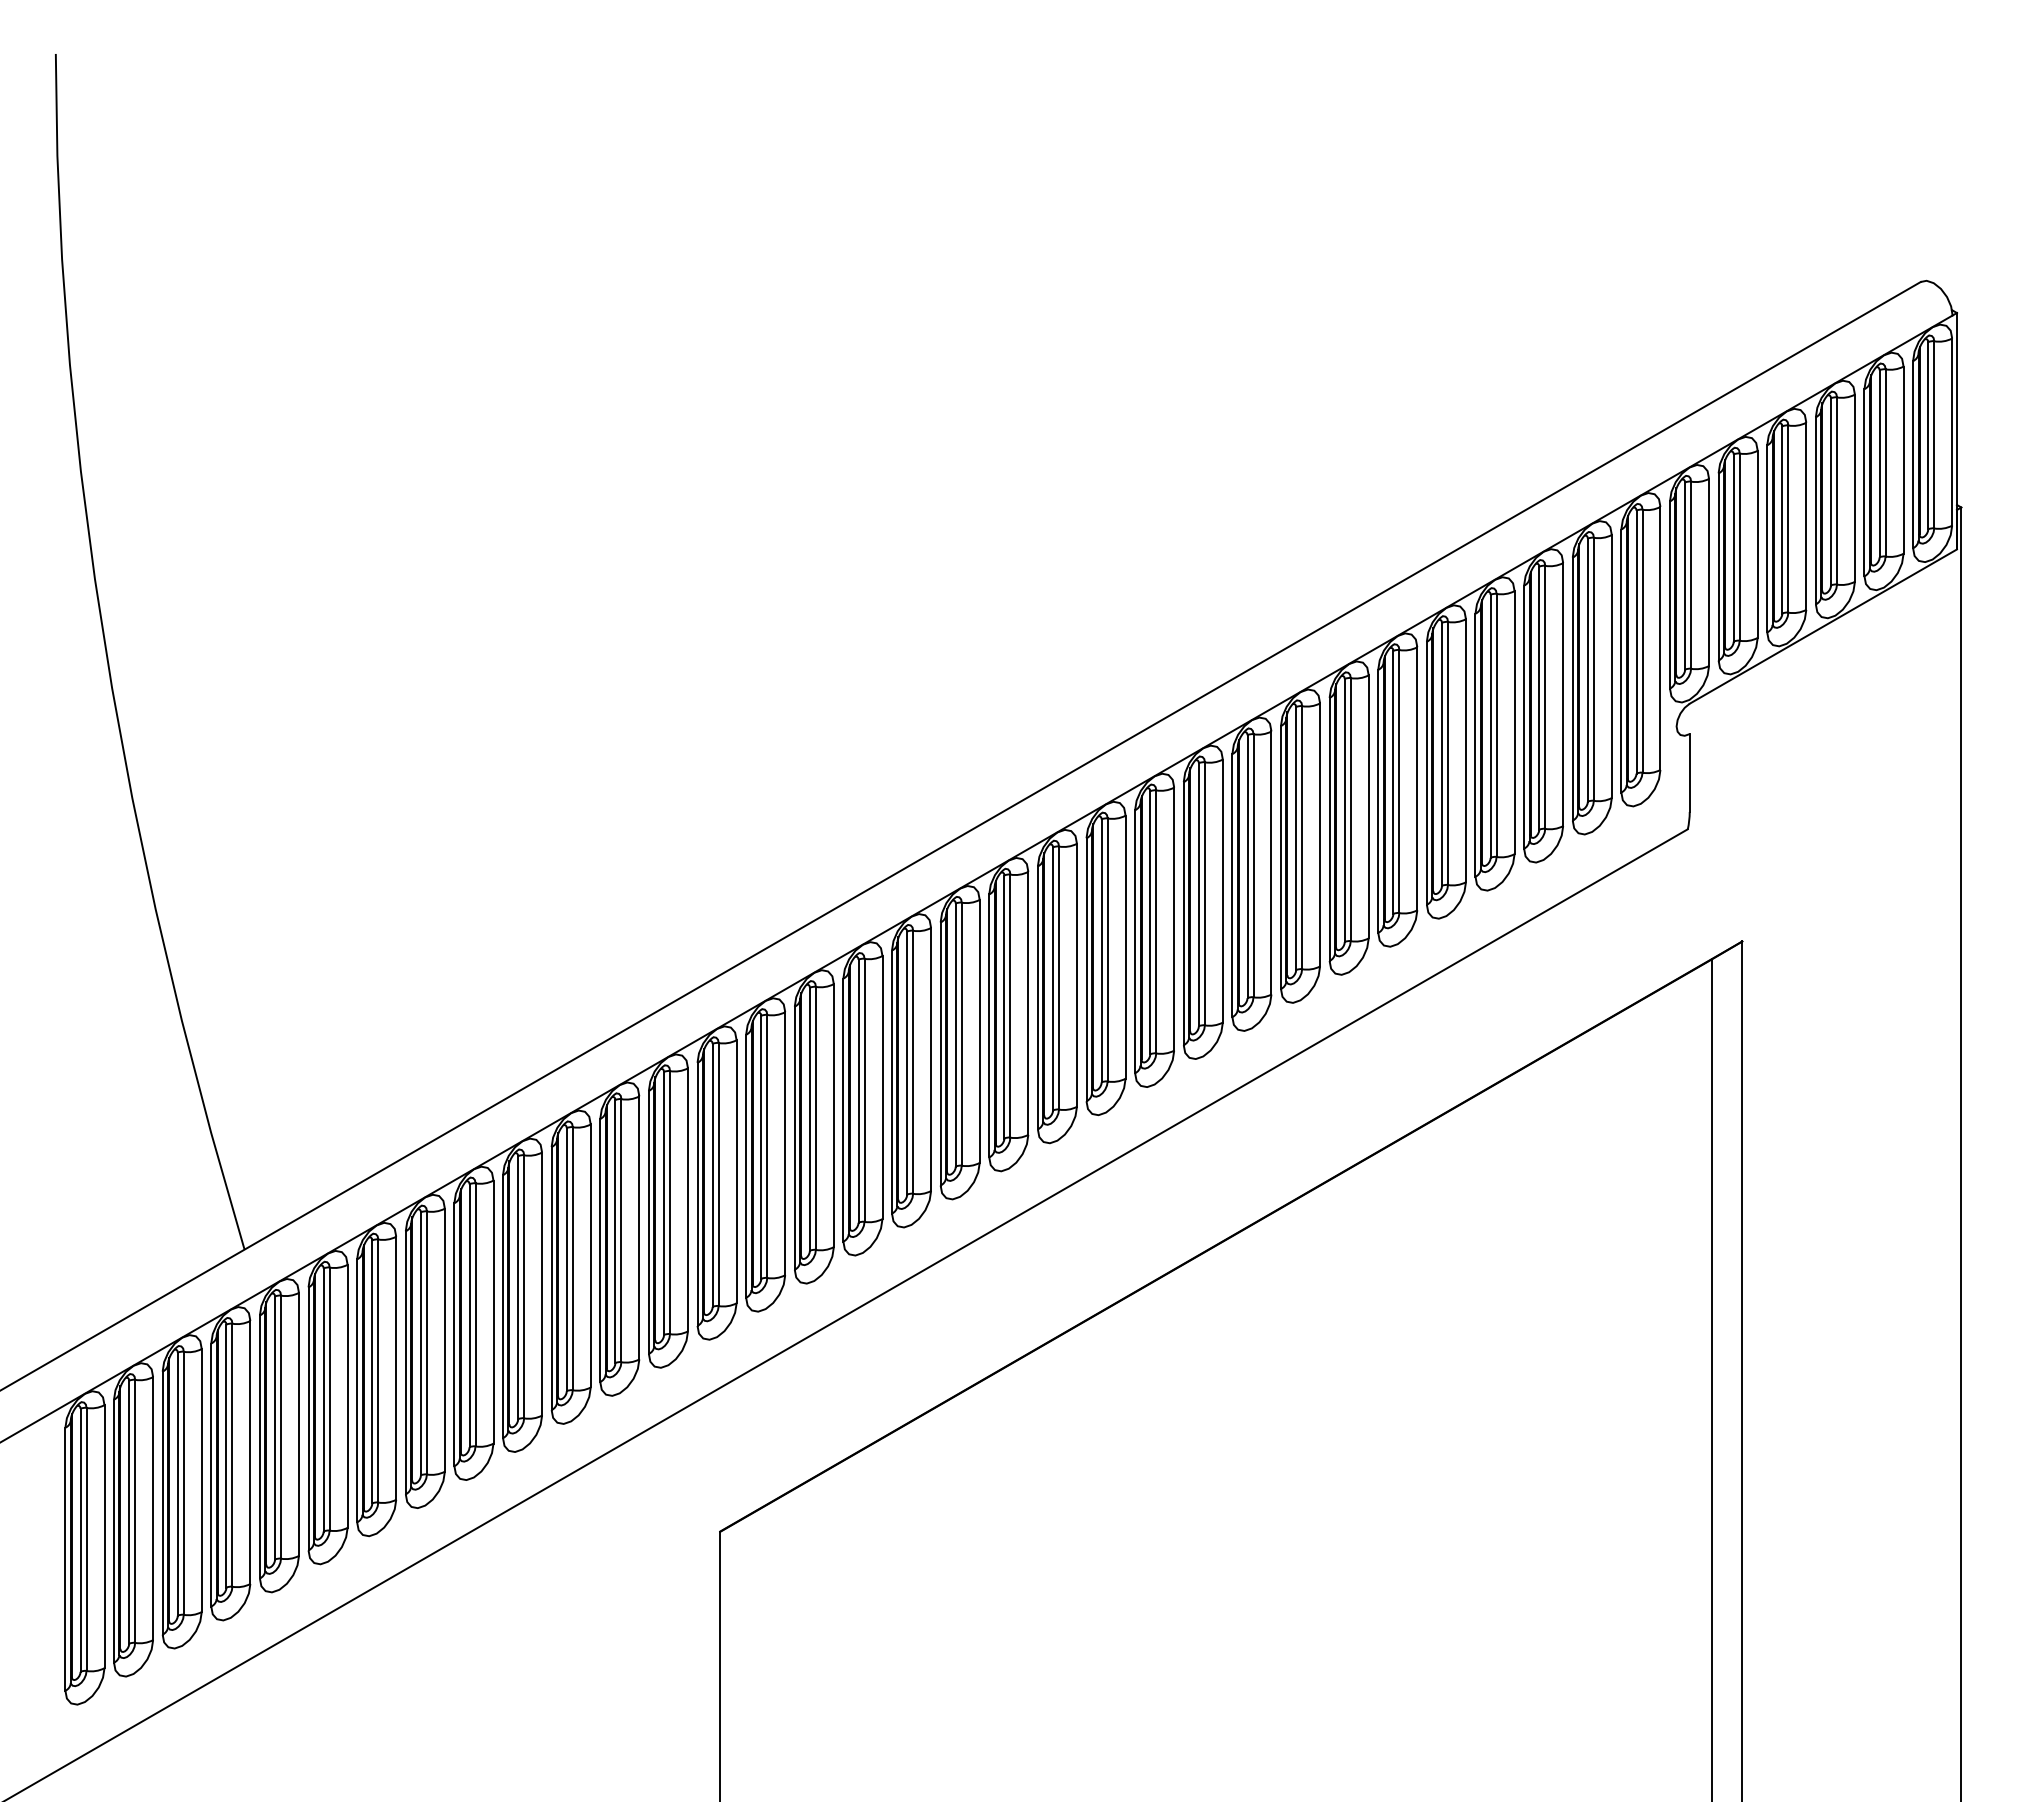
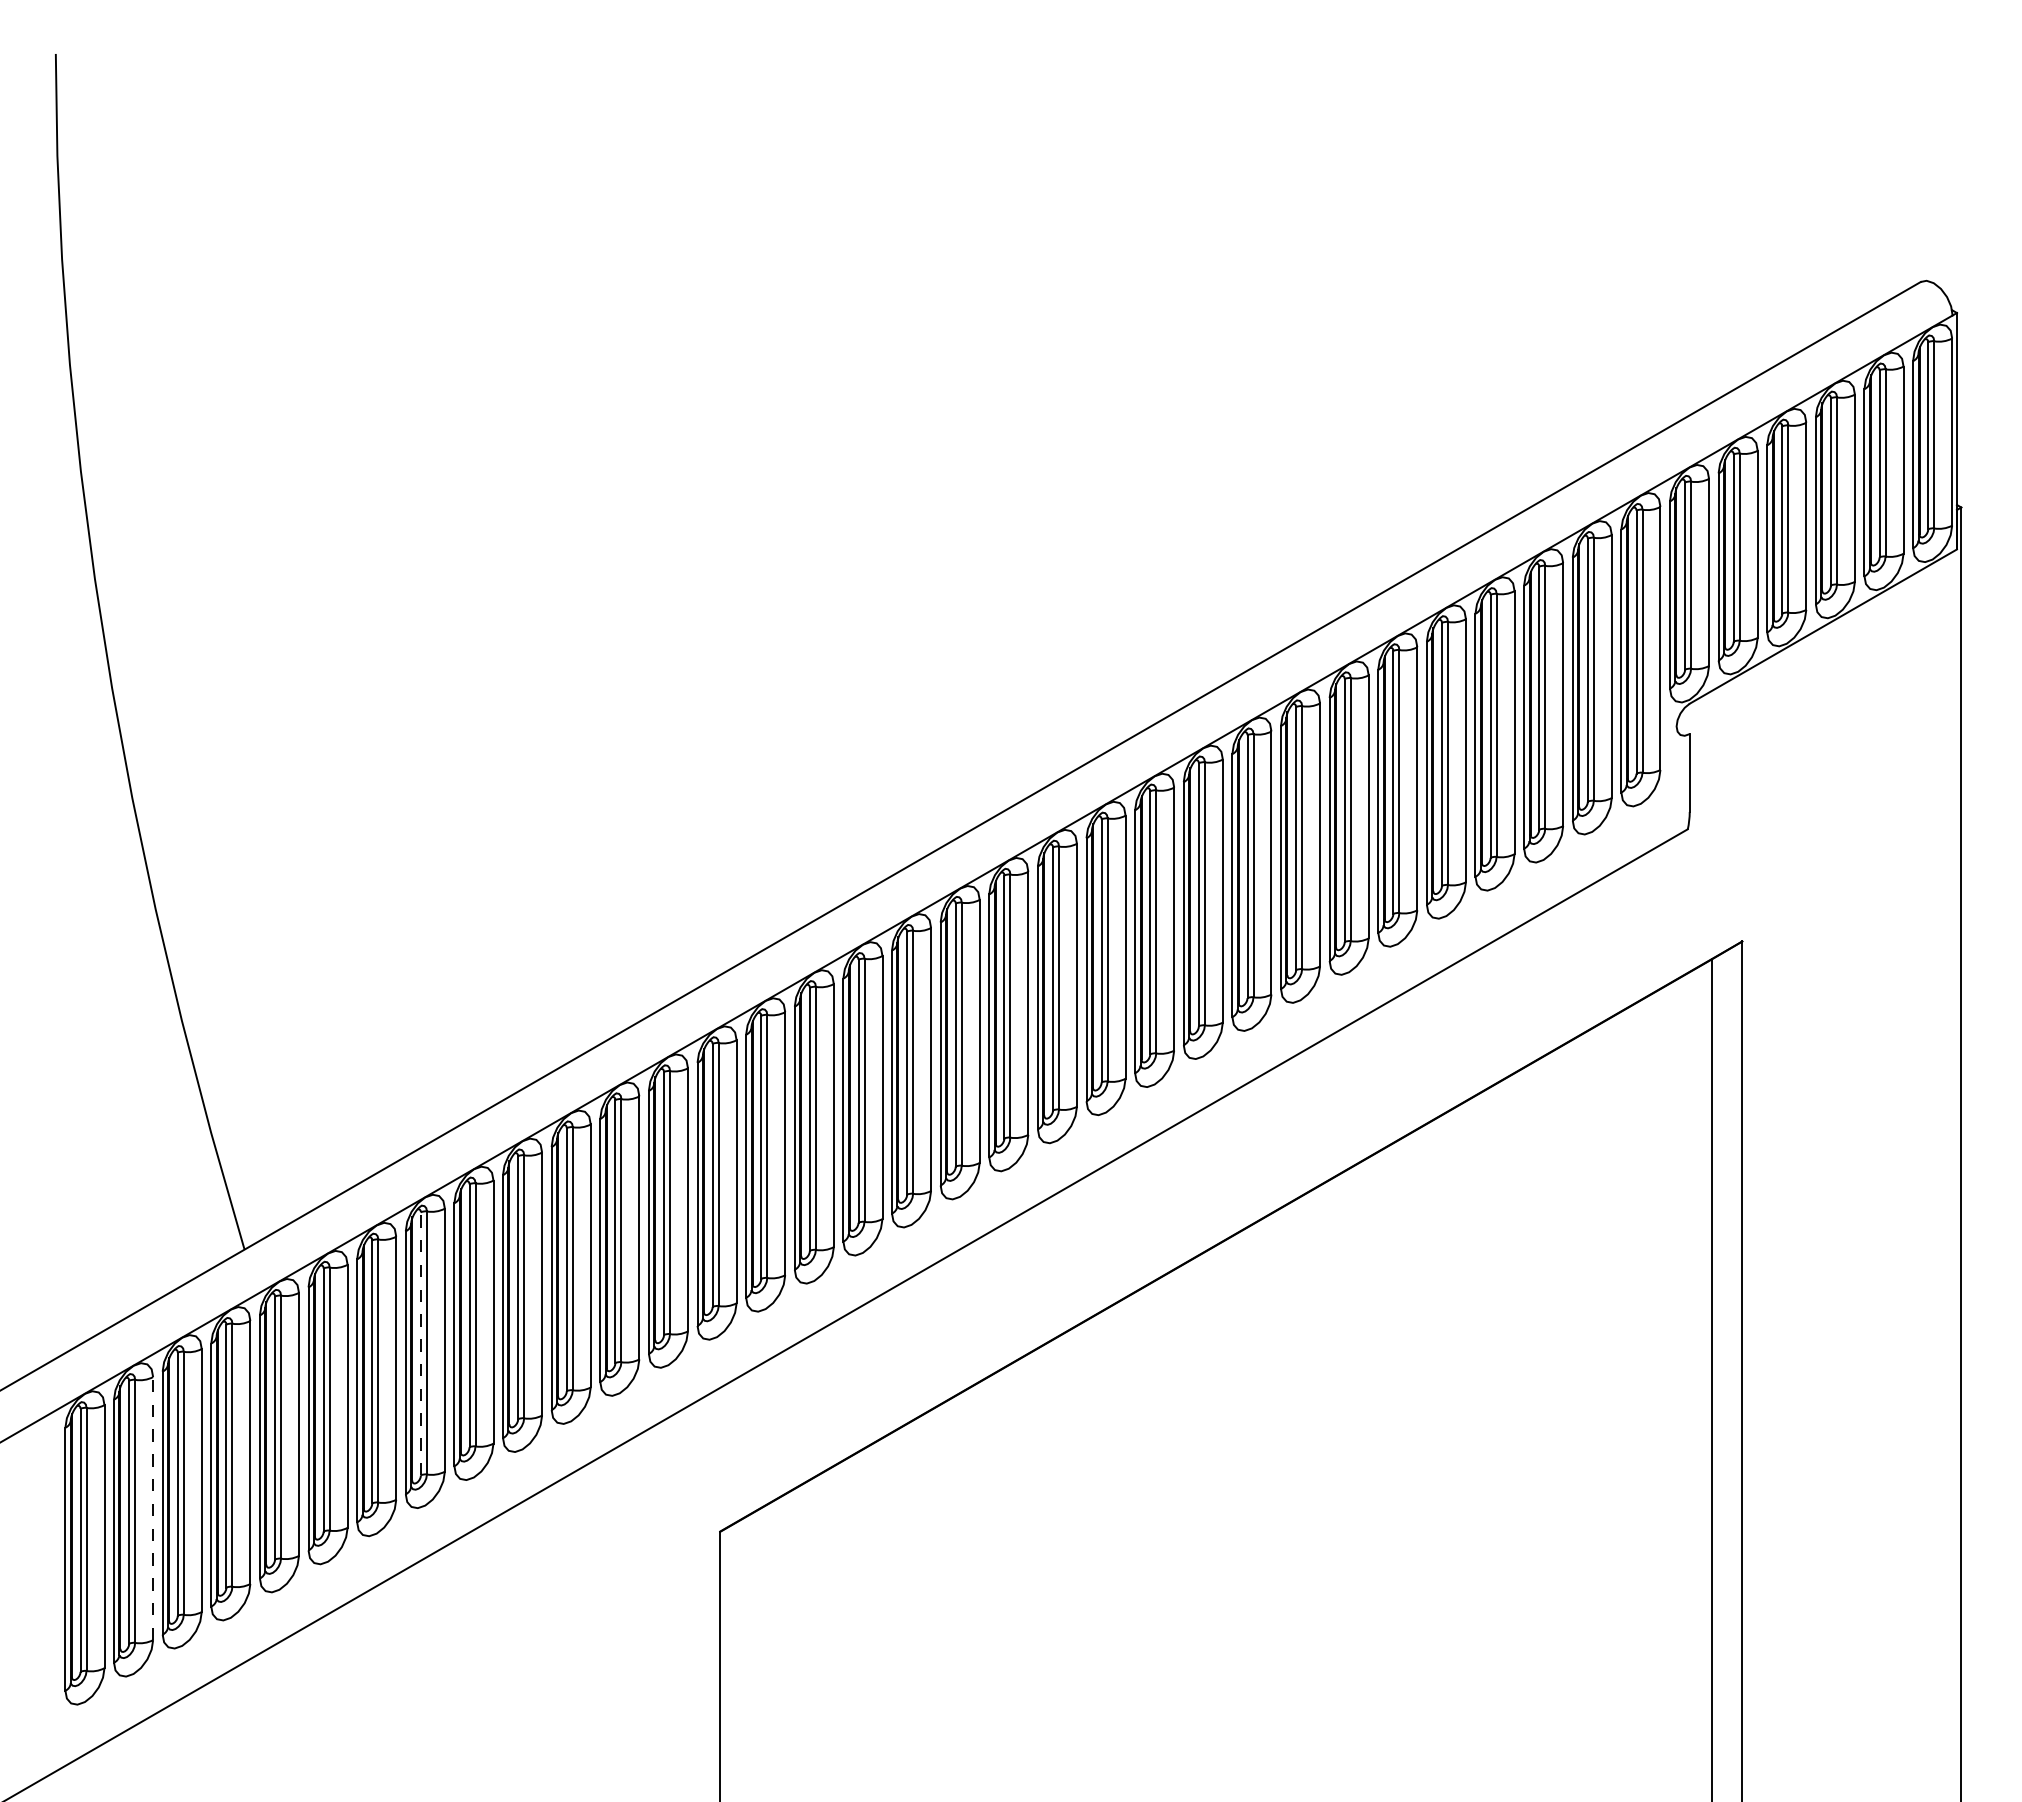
line at (420, 1343): solid -> dashed
line at (153, 1508): solid -> dashed
